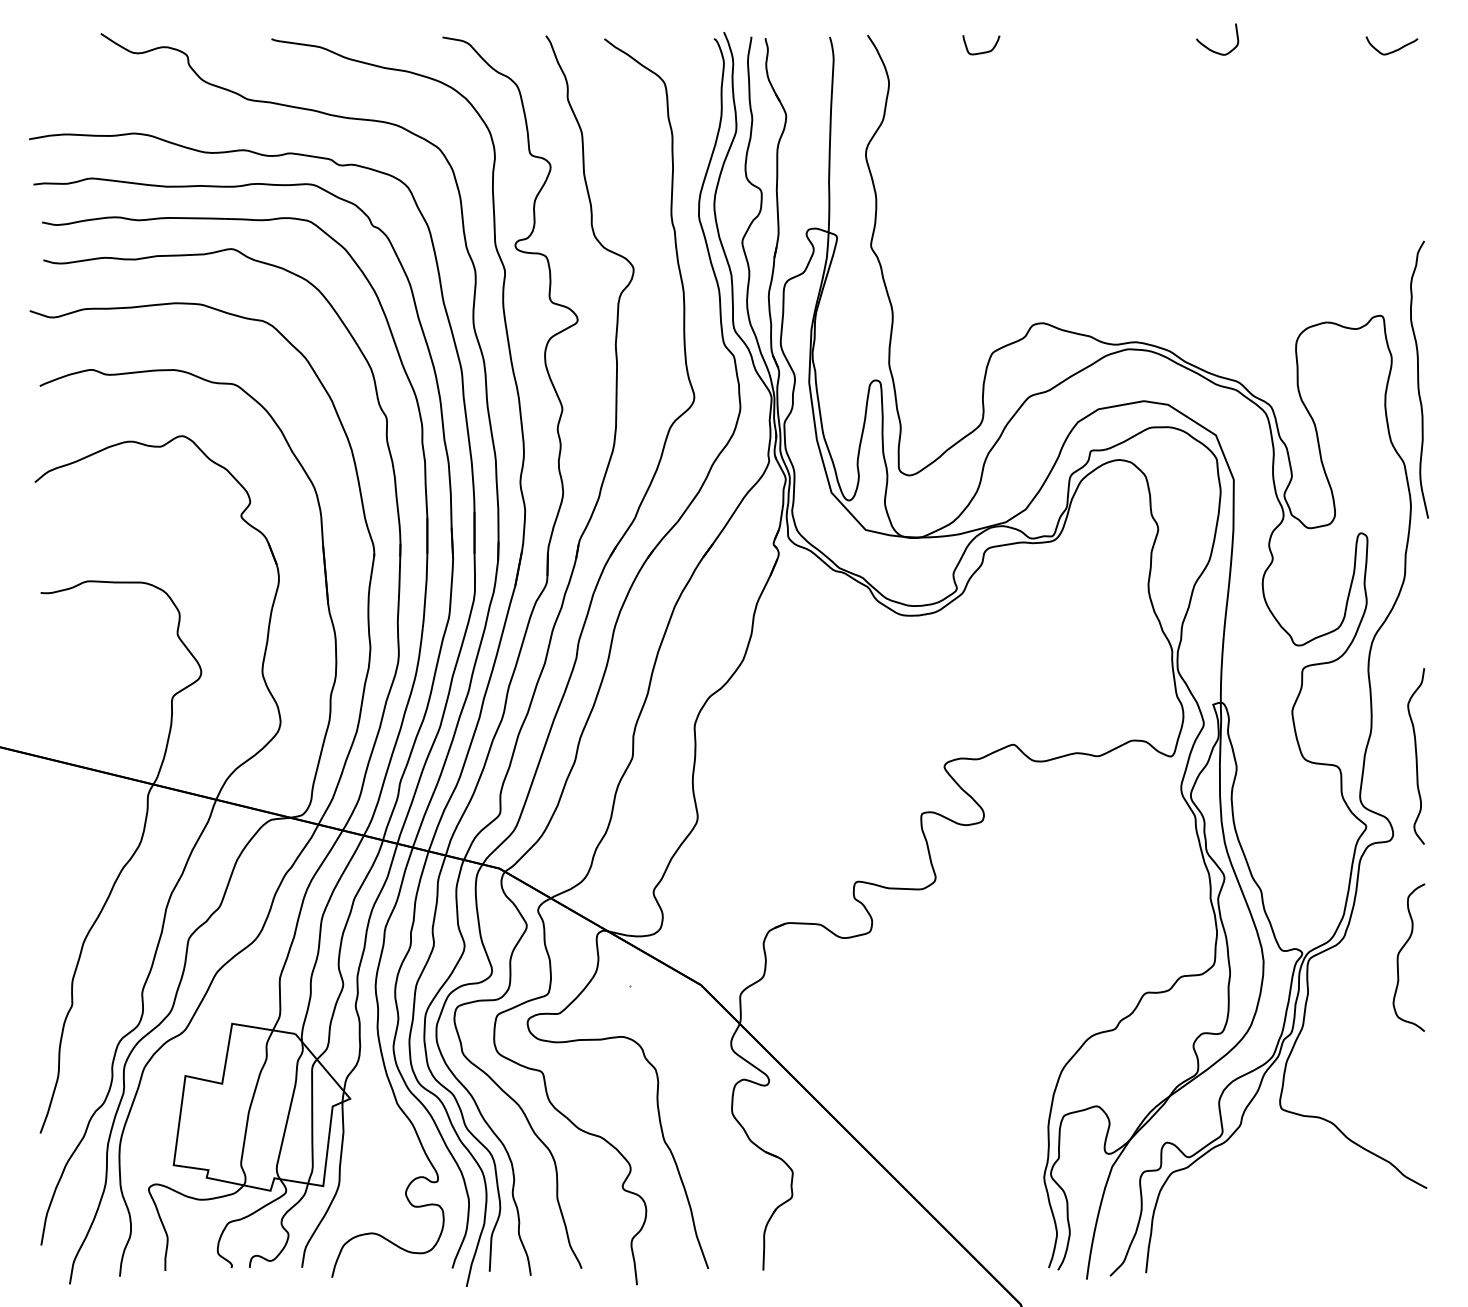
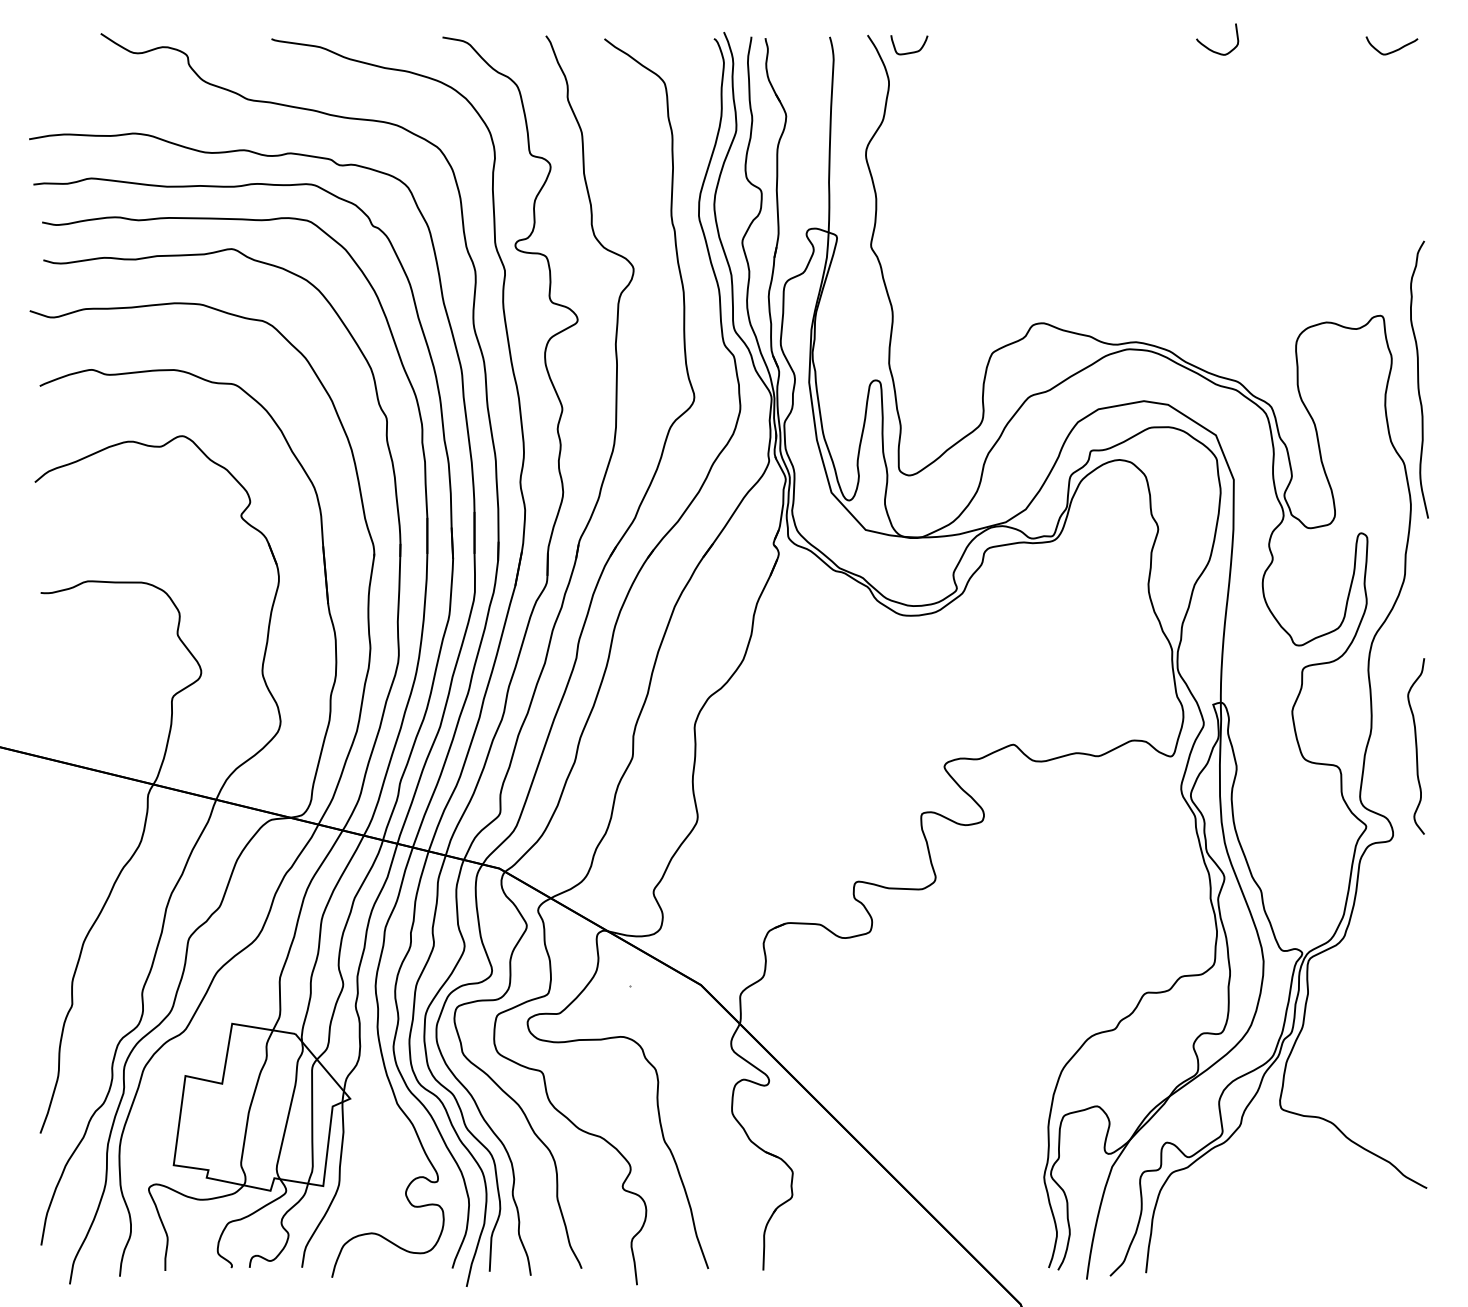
curve at (984, 51) position: (984, 51) -> (912, 51)
curve at (1416, 756) position: (1416, 756) -> (1416, 746)
curve at (1400, 952): present -> none
